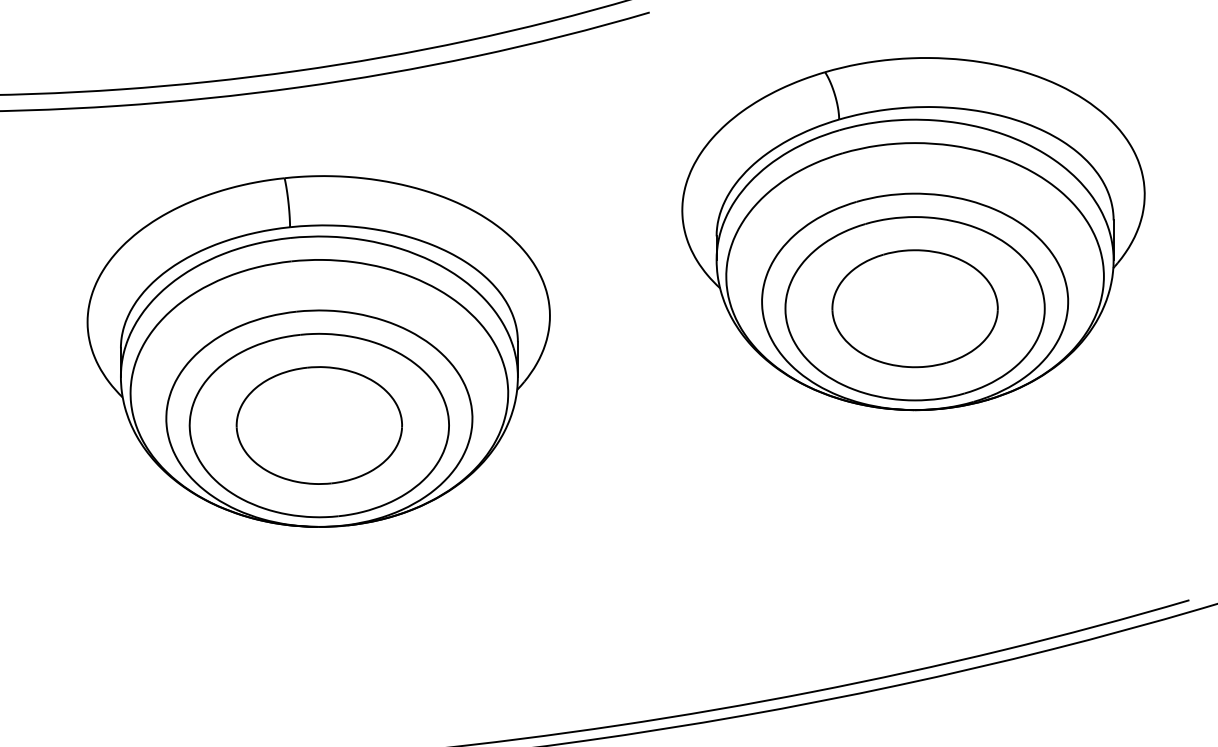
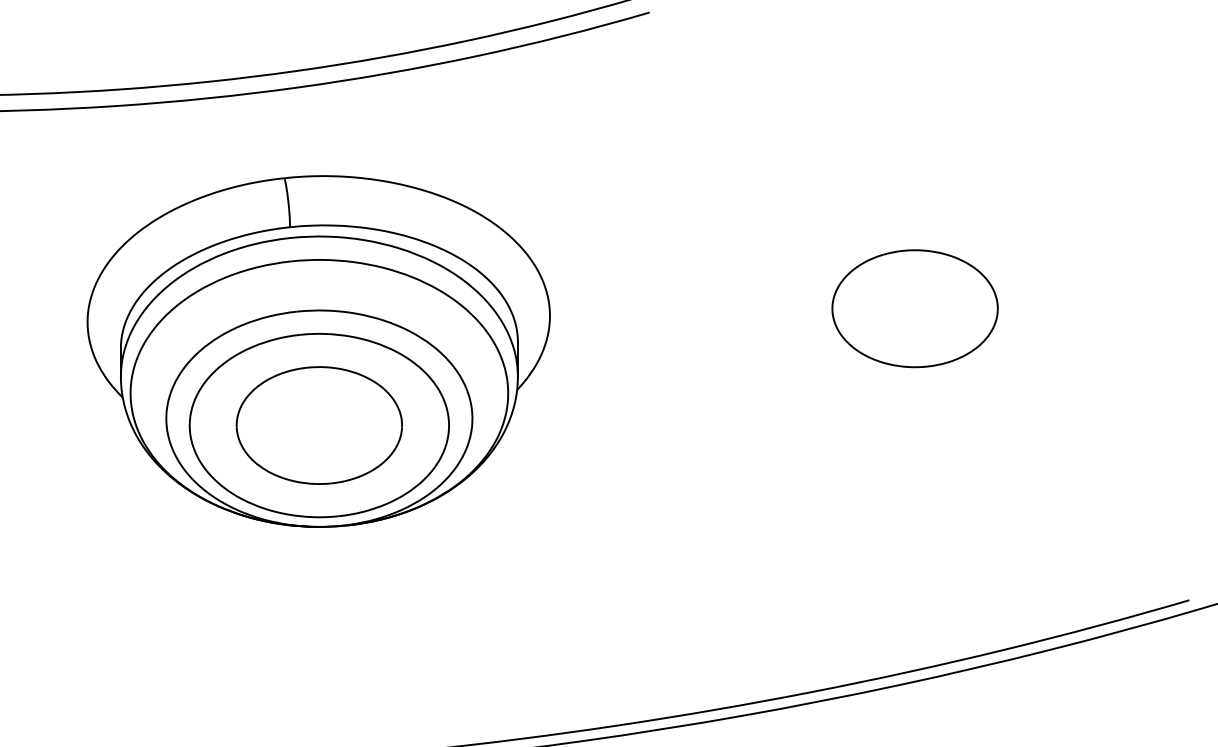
part at (913, 234): present -> none
